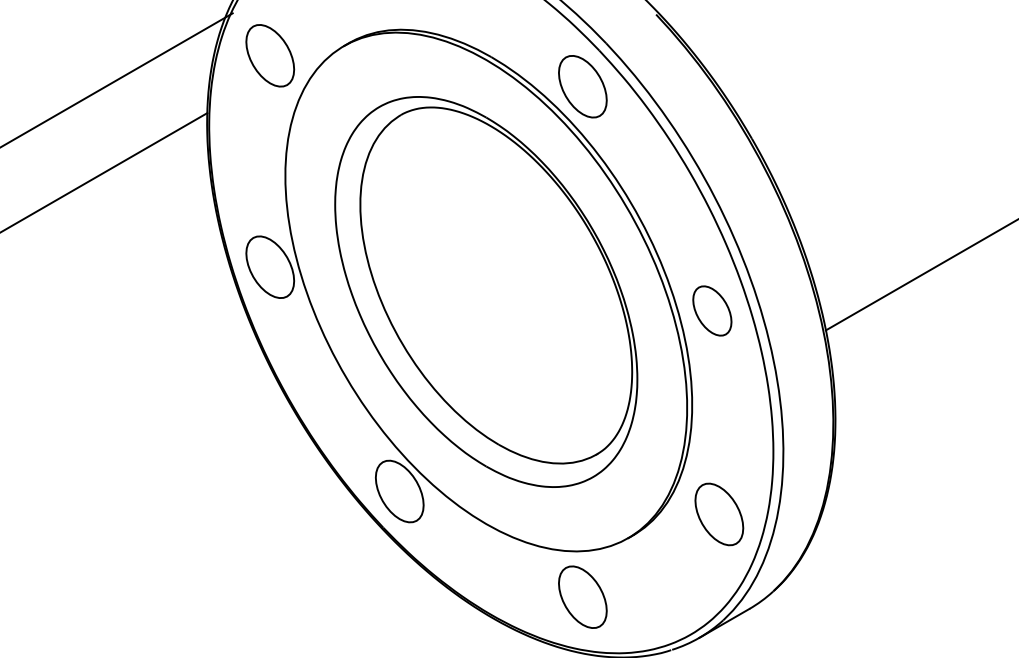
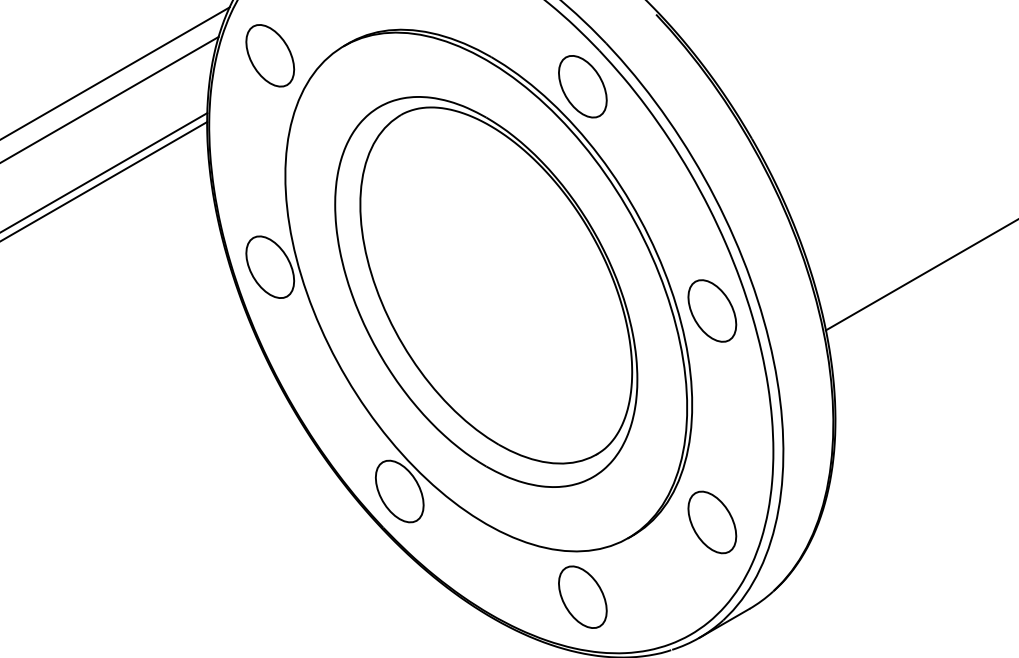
line at (117, 79) position: (117, 79) -> (115, 72)
line at (110, 99): none -> present
line at (104, 181): none -> present
part at (712, 310) size: 41x52 px -> 51x64 px
part at (719, 514) position: (719, 514) -> (712, 522)
